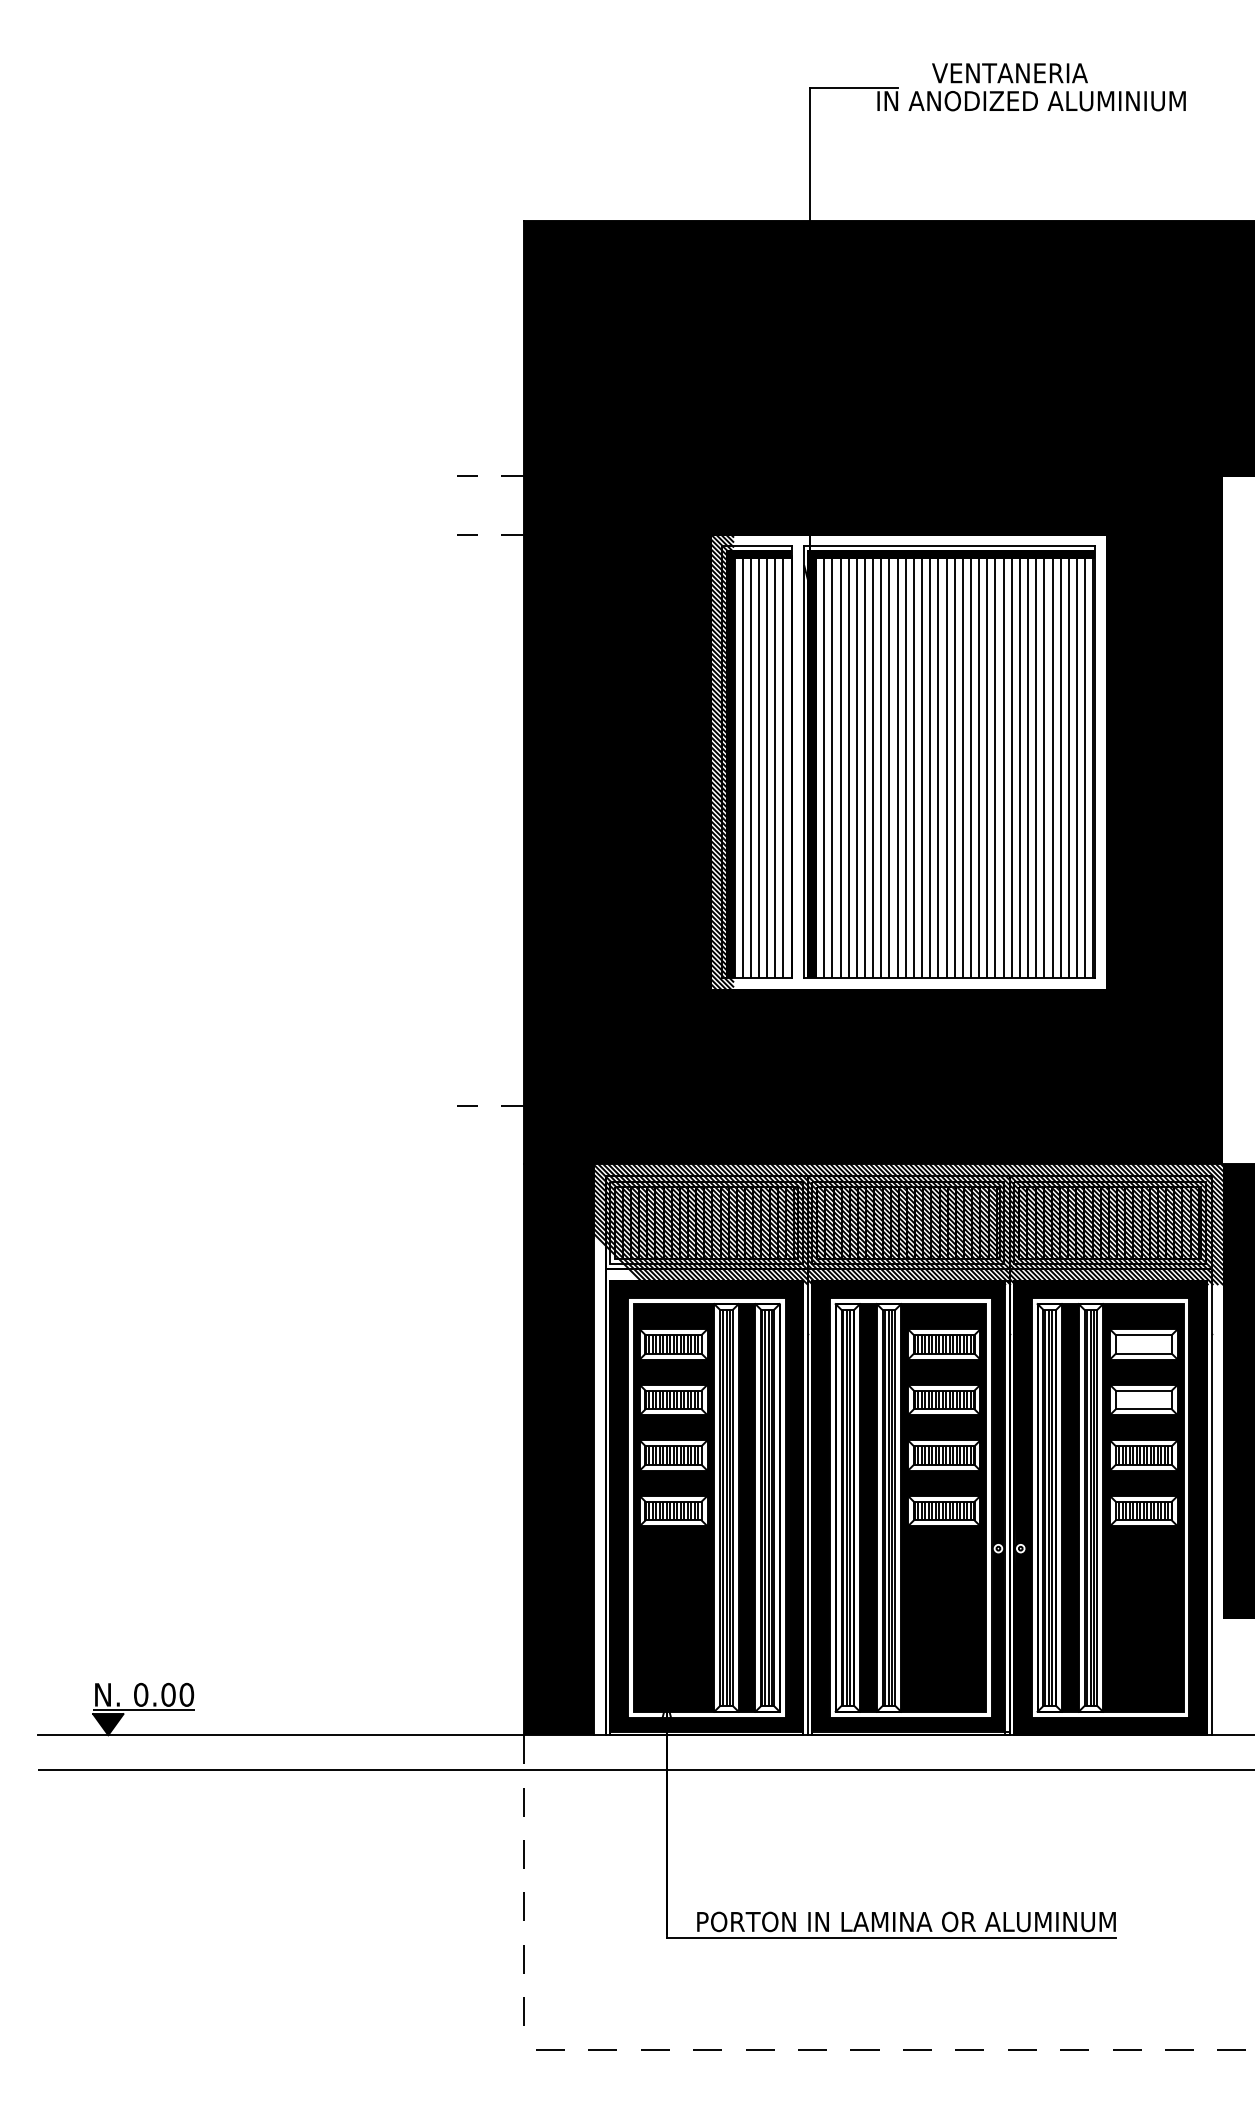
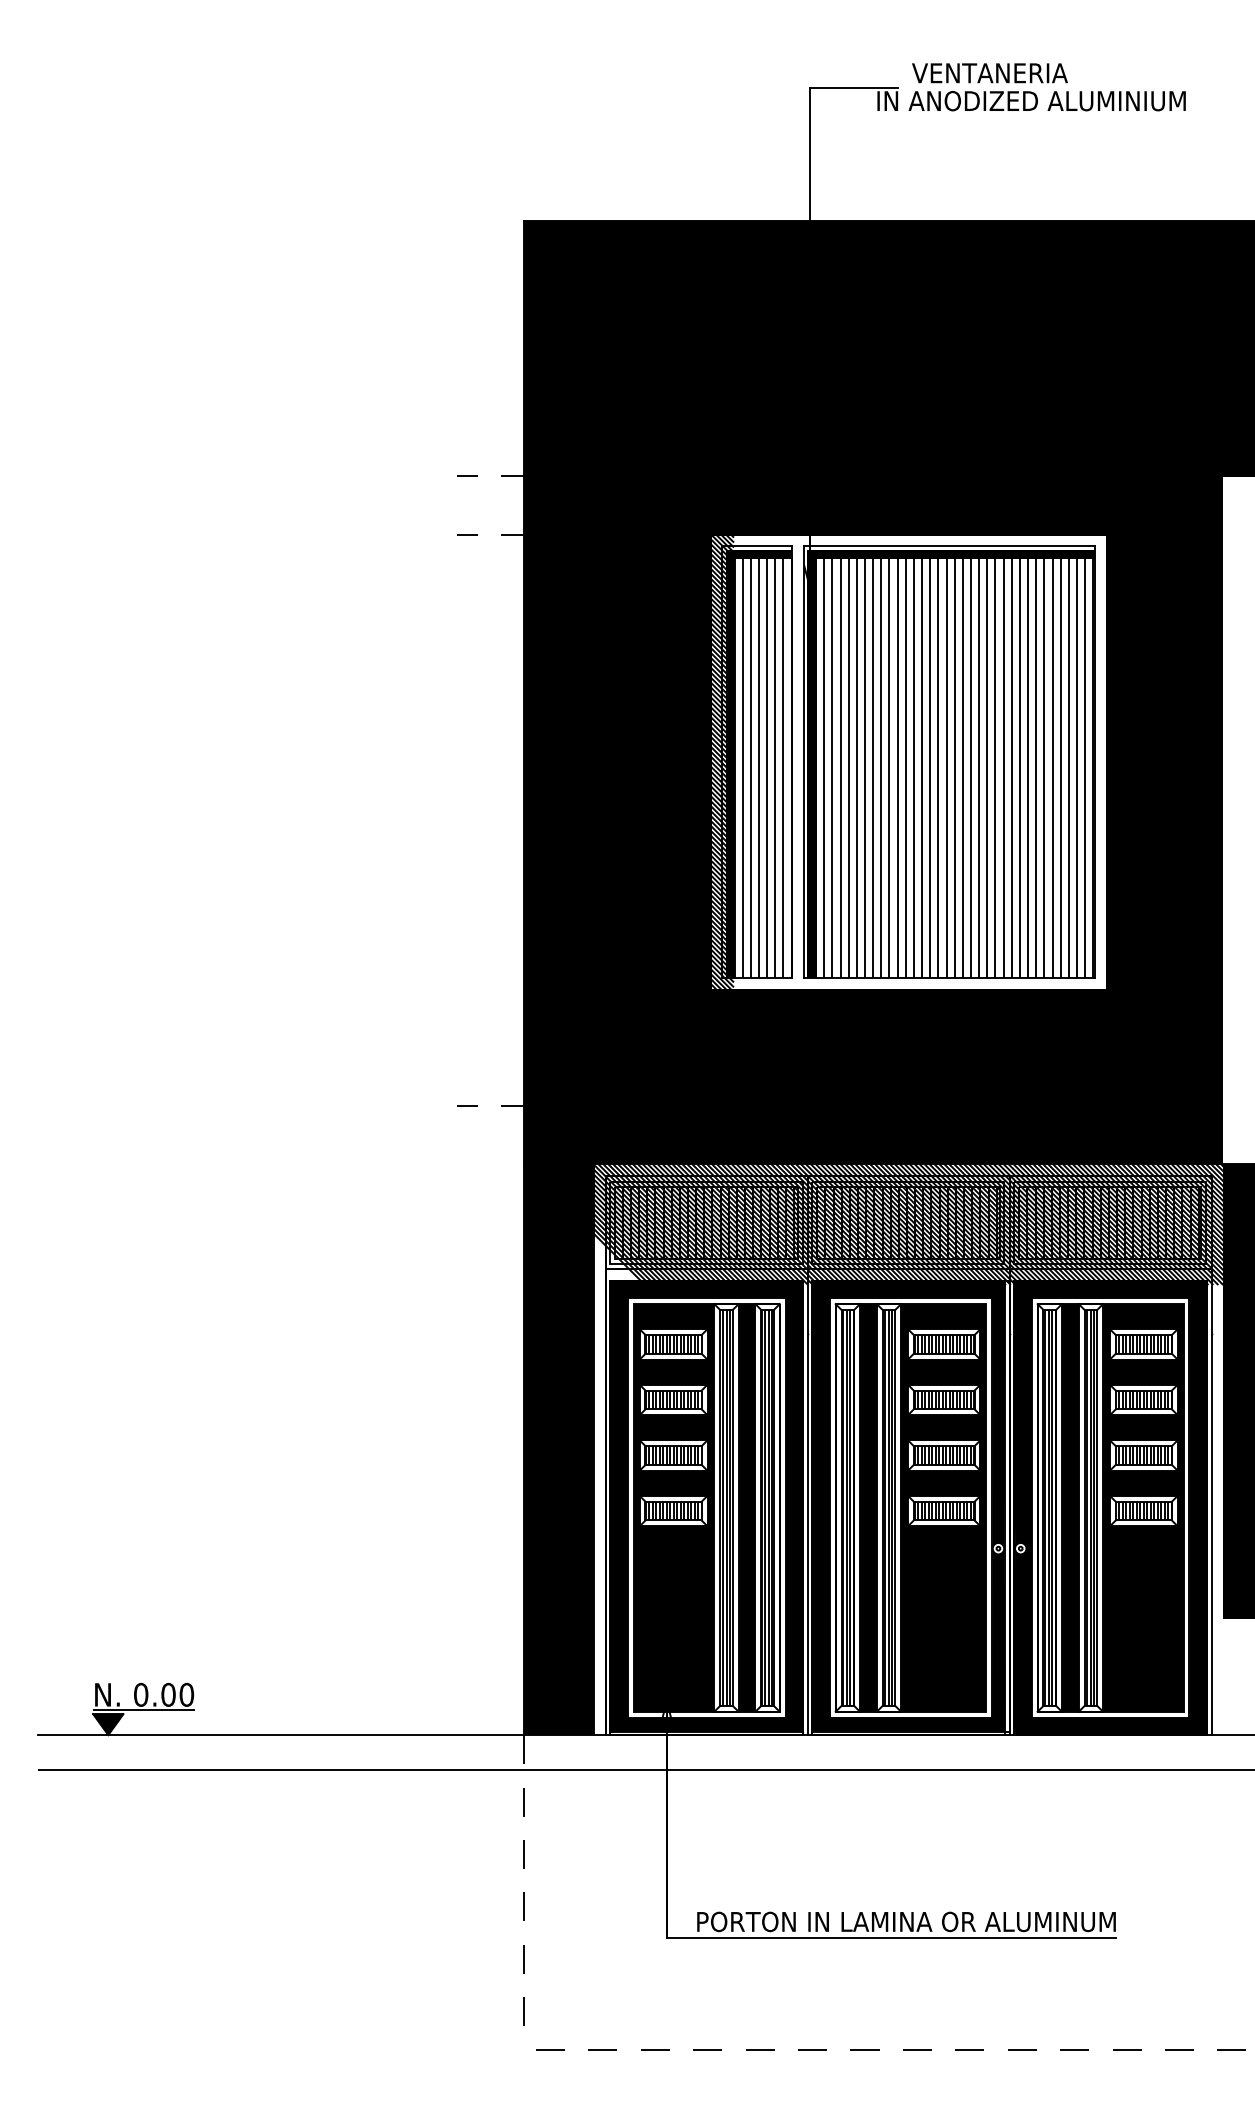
text at (1009, 73) position: (1009, 73) -> (989, 73)
hatch at (1145, 1344): none -> present
hatch at (1145, 1399): none -> present
